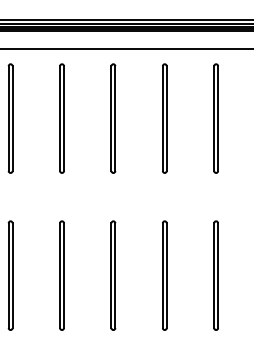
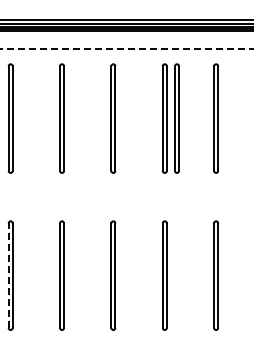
line at (126, 48): solid -> dashed
part at (176, 118): none -> present
line at (8, 275): solid -> dashed
